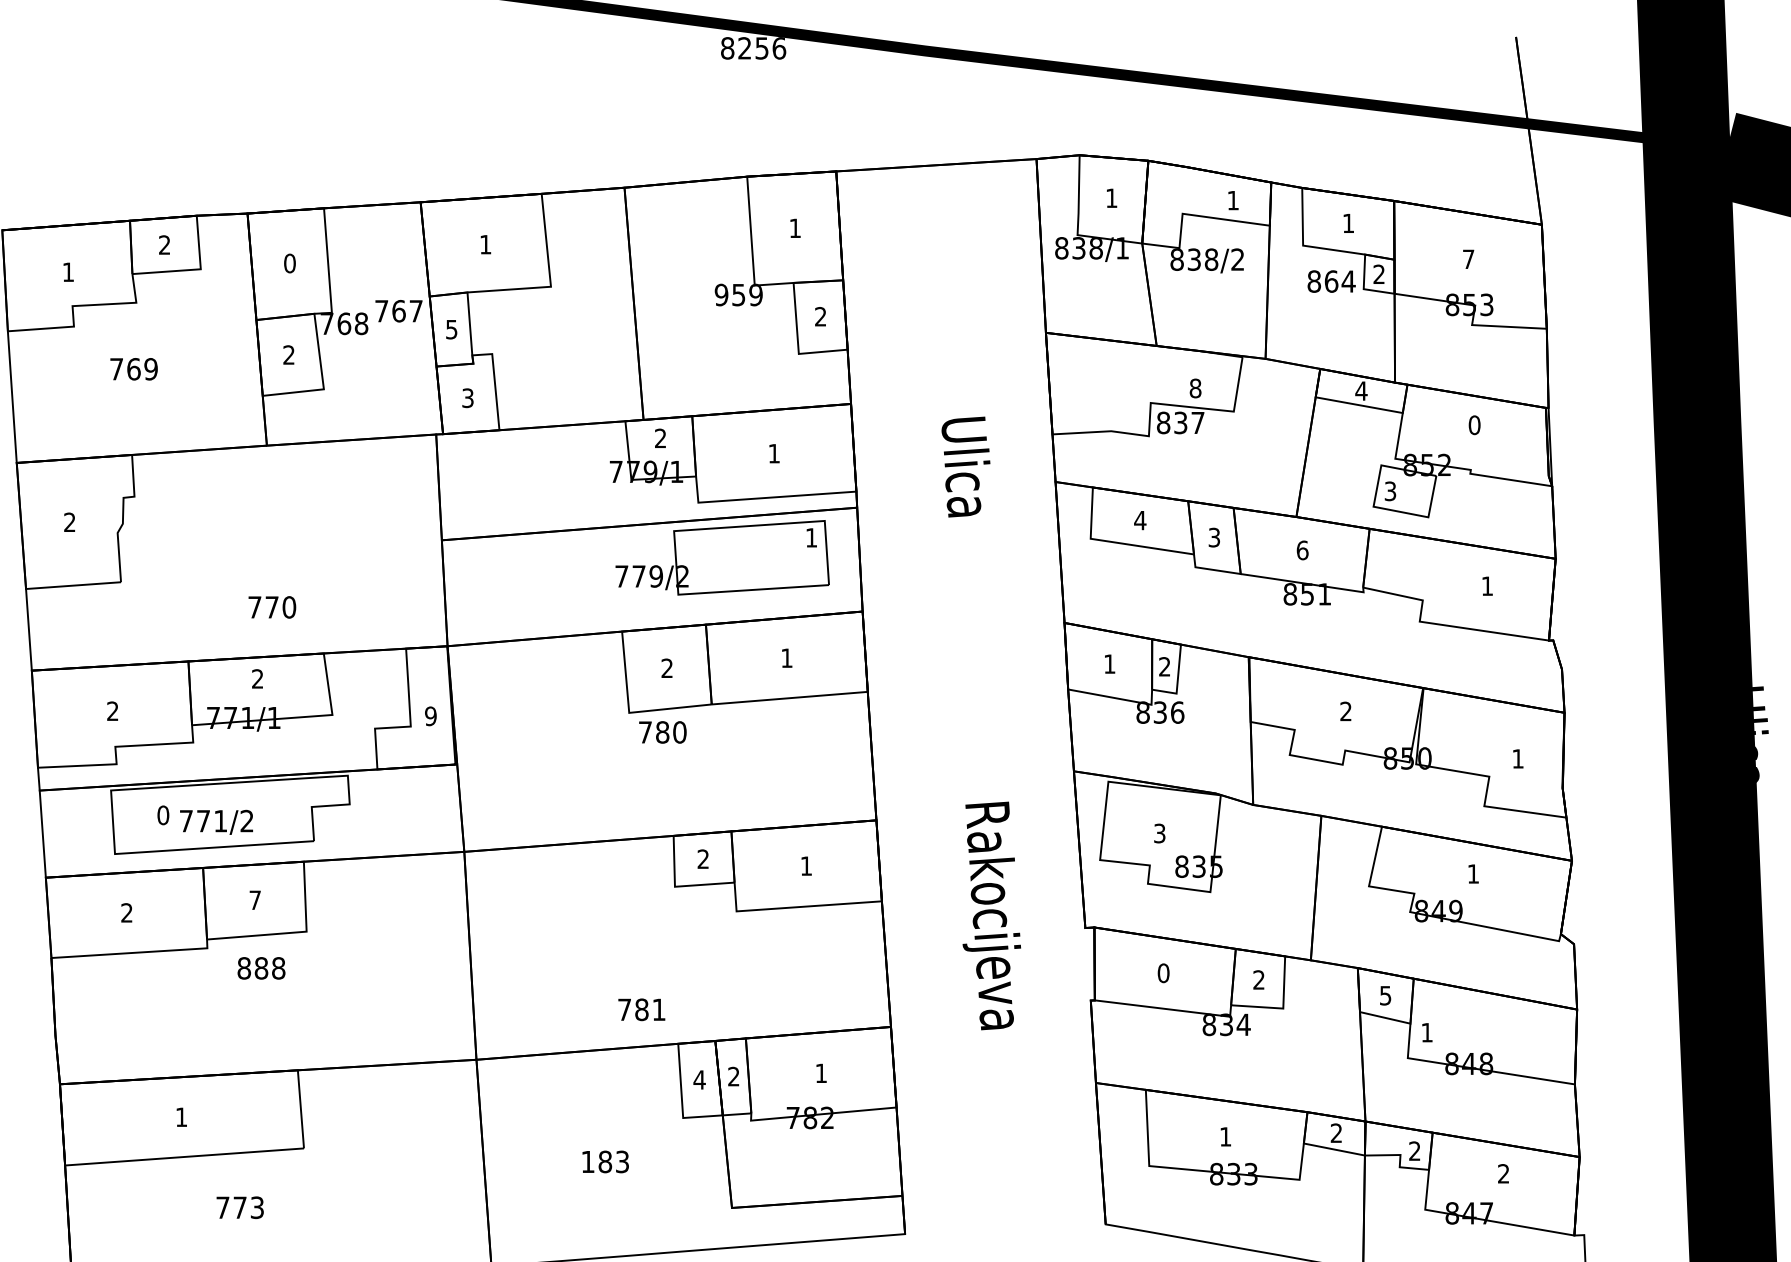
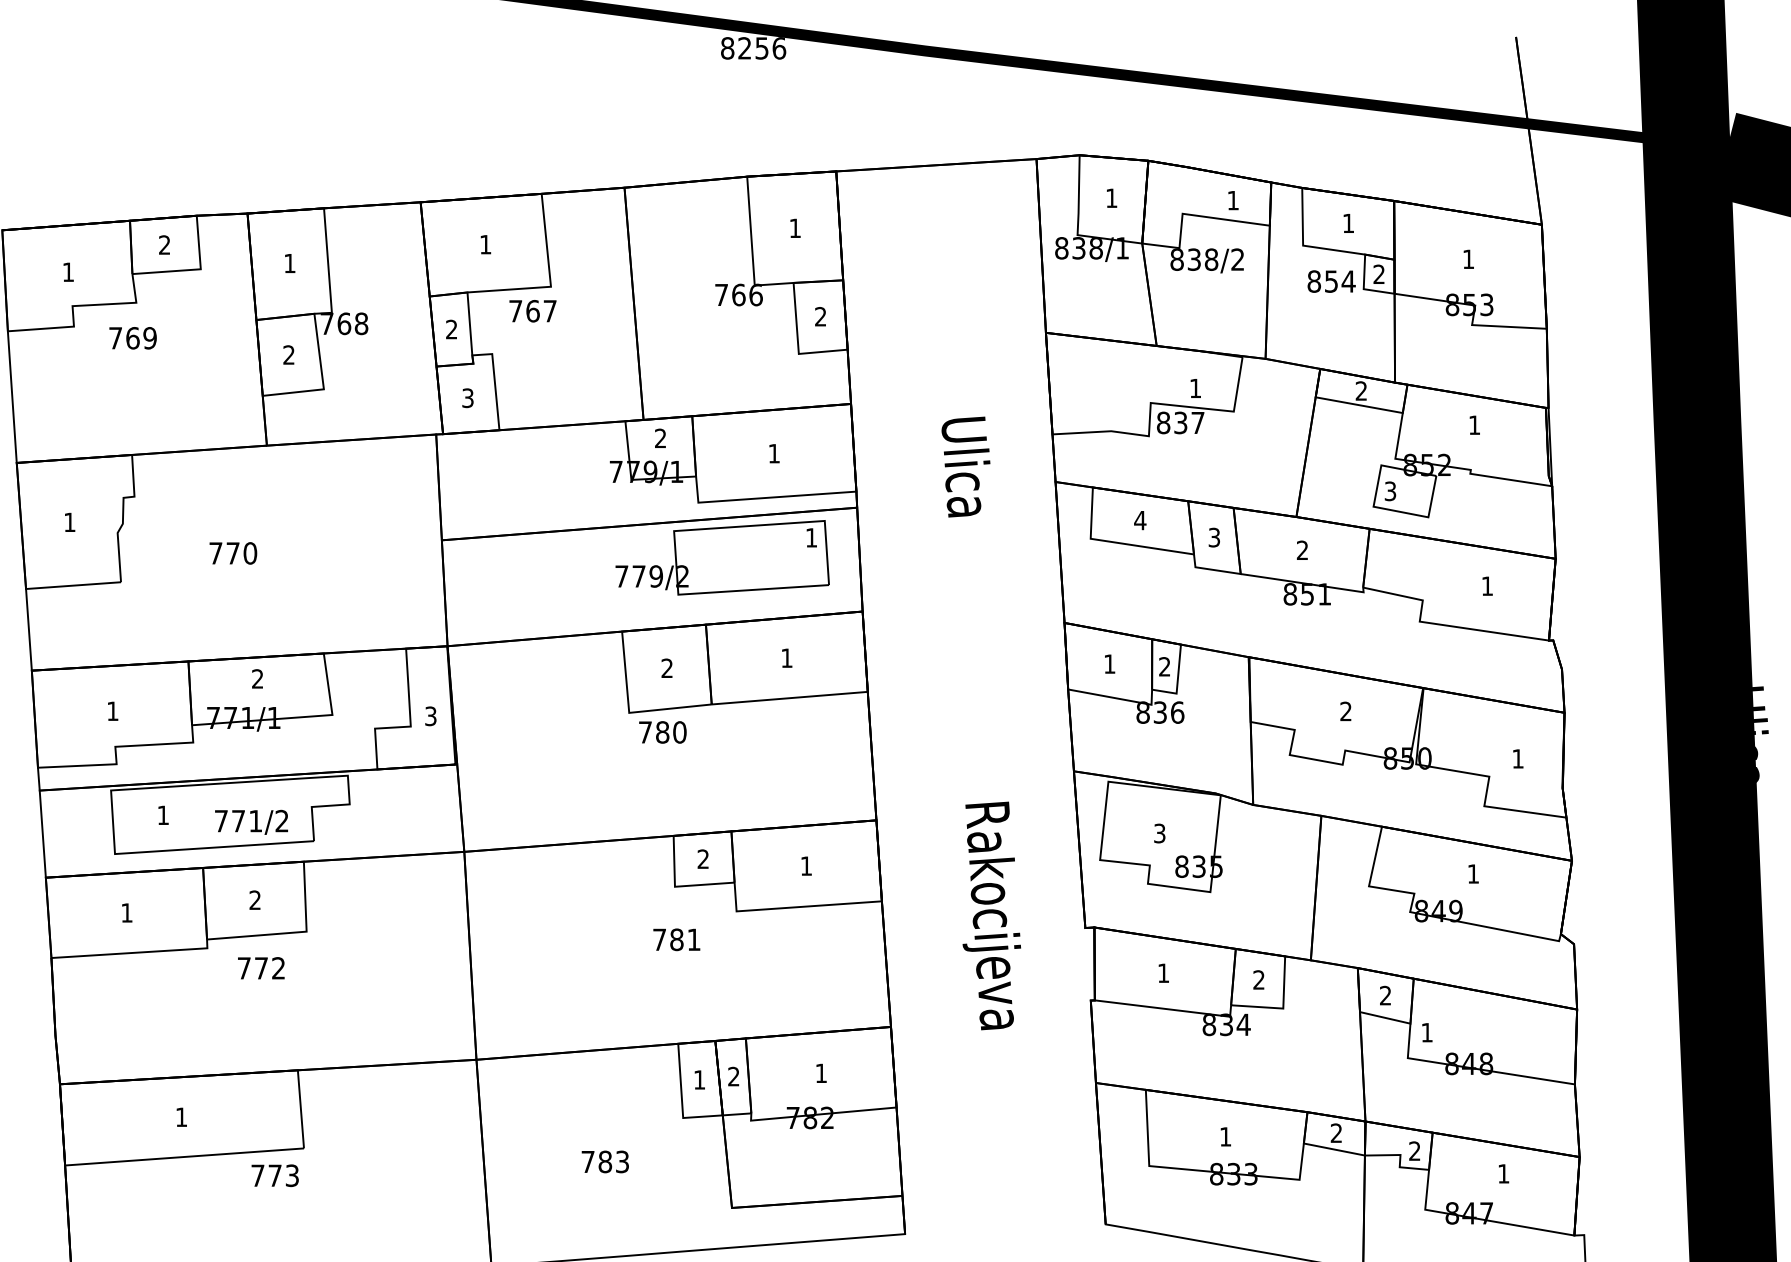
text at (1468, 258): 7 -> 1
text at (289, 263): 0 -> 1
text at (1331, 281): 864 -> 854
text at (738, 294): 959 -> 766
text at (398, 311) position: (398, 311) -> (532, 311)
text at (451, 329): 5 -> 2
text at (133, 369) position: (133, 369) -> (132, 338)
text at (1195, 388): 8 -> 1
text at (1361, 390): 4 -> 2
text at (1474, 425): 0 -> 1
text at (69, 521): 2 -> 1
text at (1302, 550): 6 -> 2
text at (272, 607) position: (272, 607) -> (233, 553)
text at (112, 710): 2 -> 1
text at (430, 716): 9 -> 3
text at (163, 815): 0 -> 1
text at (216, 821) position: (216, 821) -> (251, 821)
text at (254, 899): 7 -> 2
text at (126, 912): 2 -> 1
text at (261, 968): 888 -> 772
text at (1163, 973): 0 -> 1
text at (1385, 995): 5 -> 2
text at (641, 1009) position: (641, 1009) -> (676, 939)
text at (699, 1079): 4 -> 1
text at (587, 1161): 183 -> 783
text at (1503, 1173): 2 -> 1
text at (239, 1207) position: (239, 1207) -> (274, 1175)
